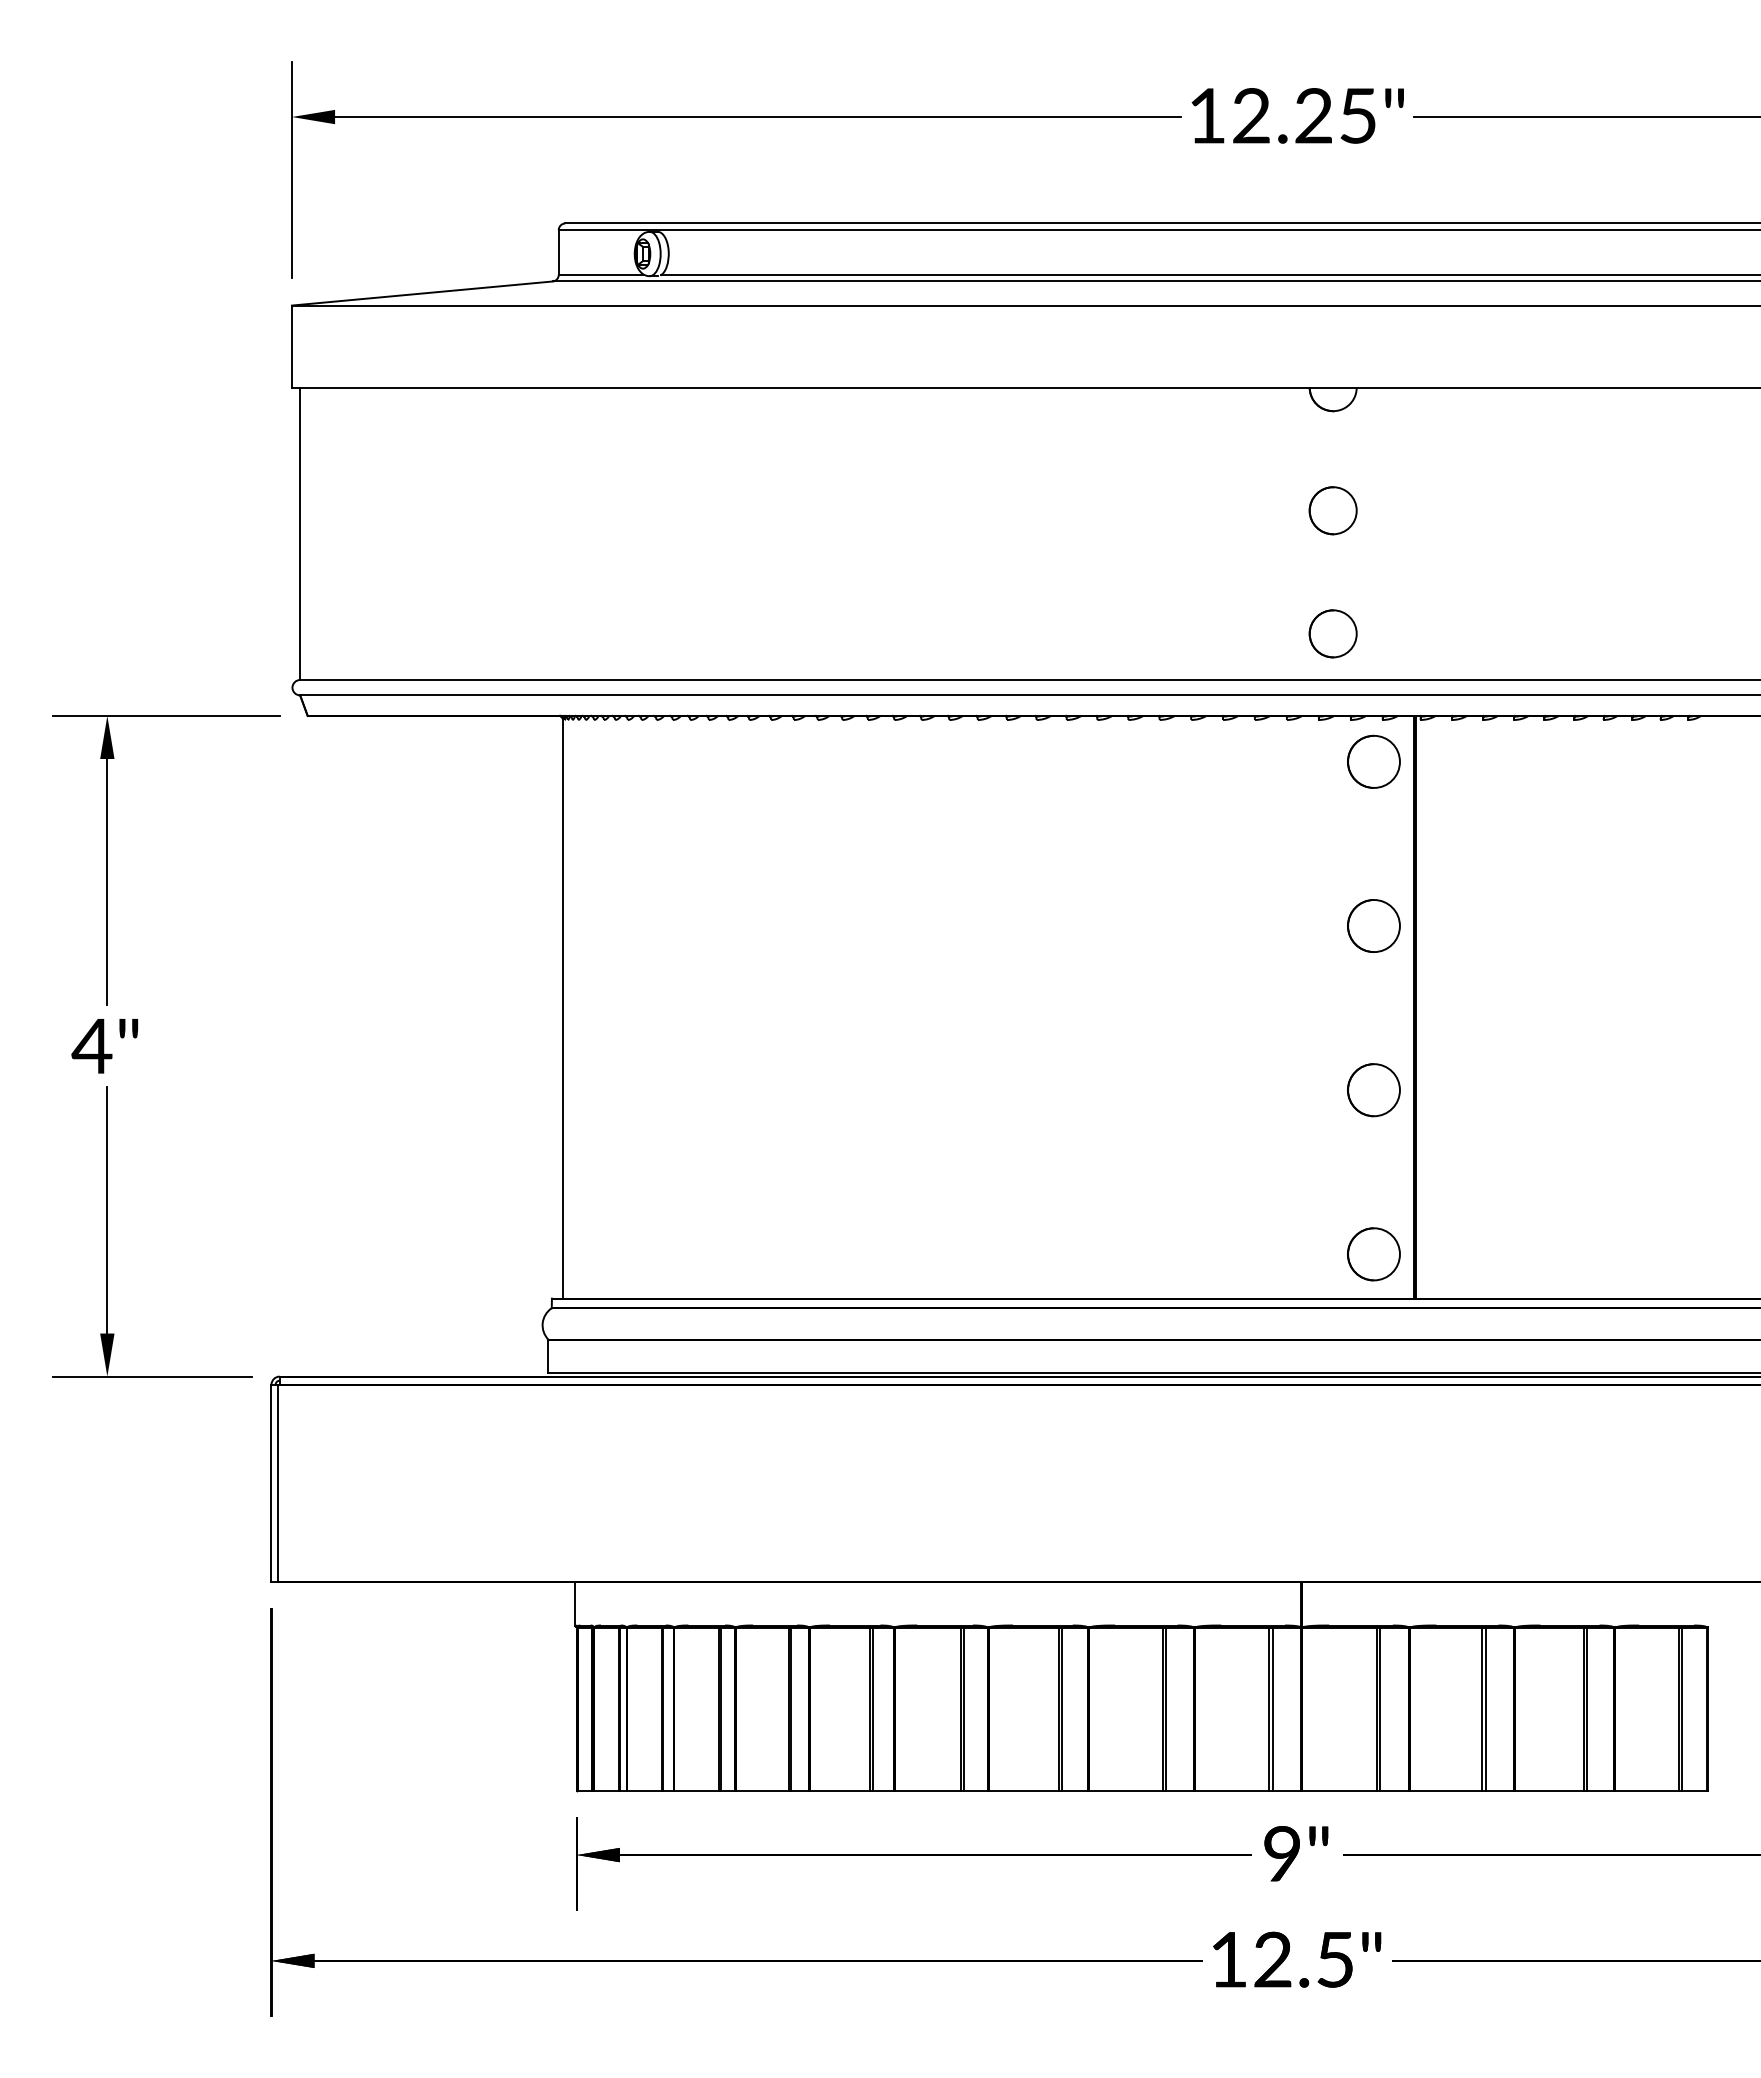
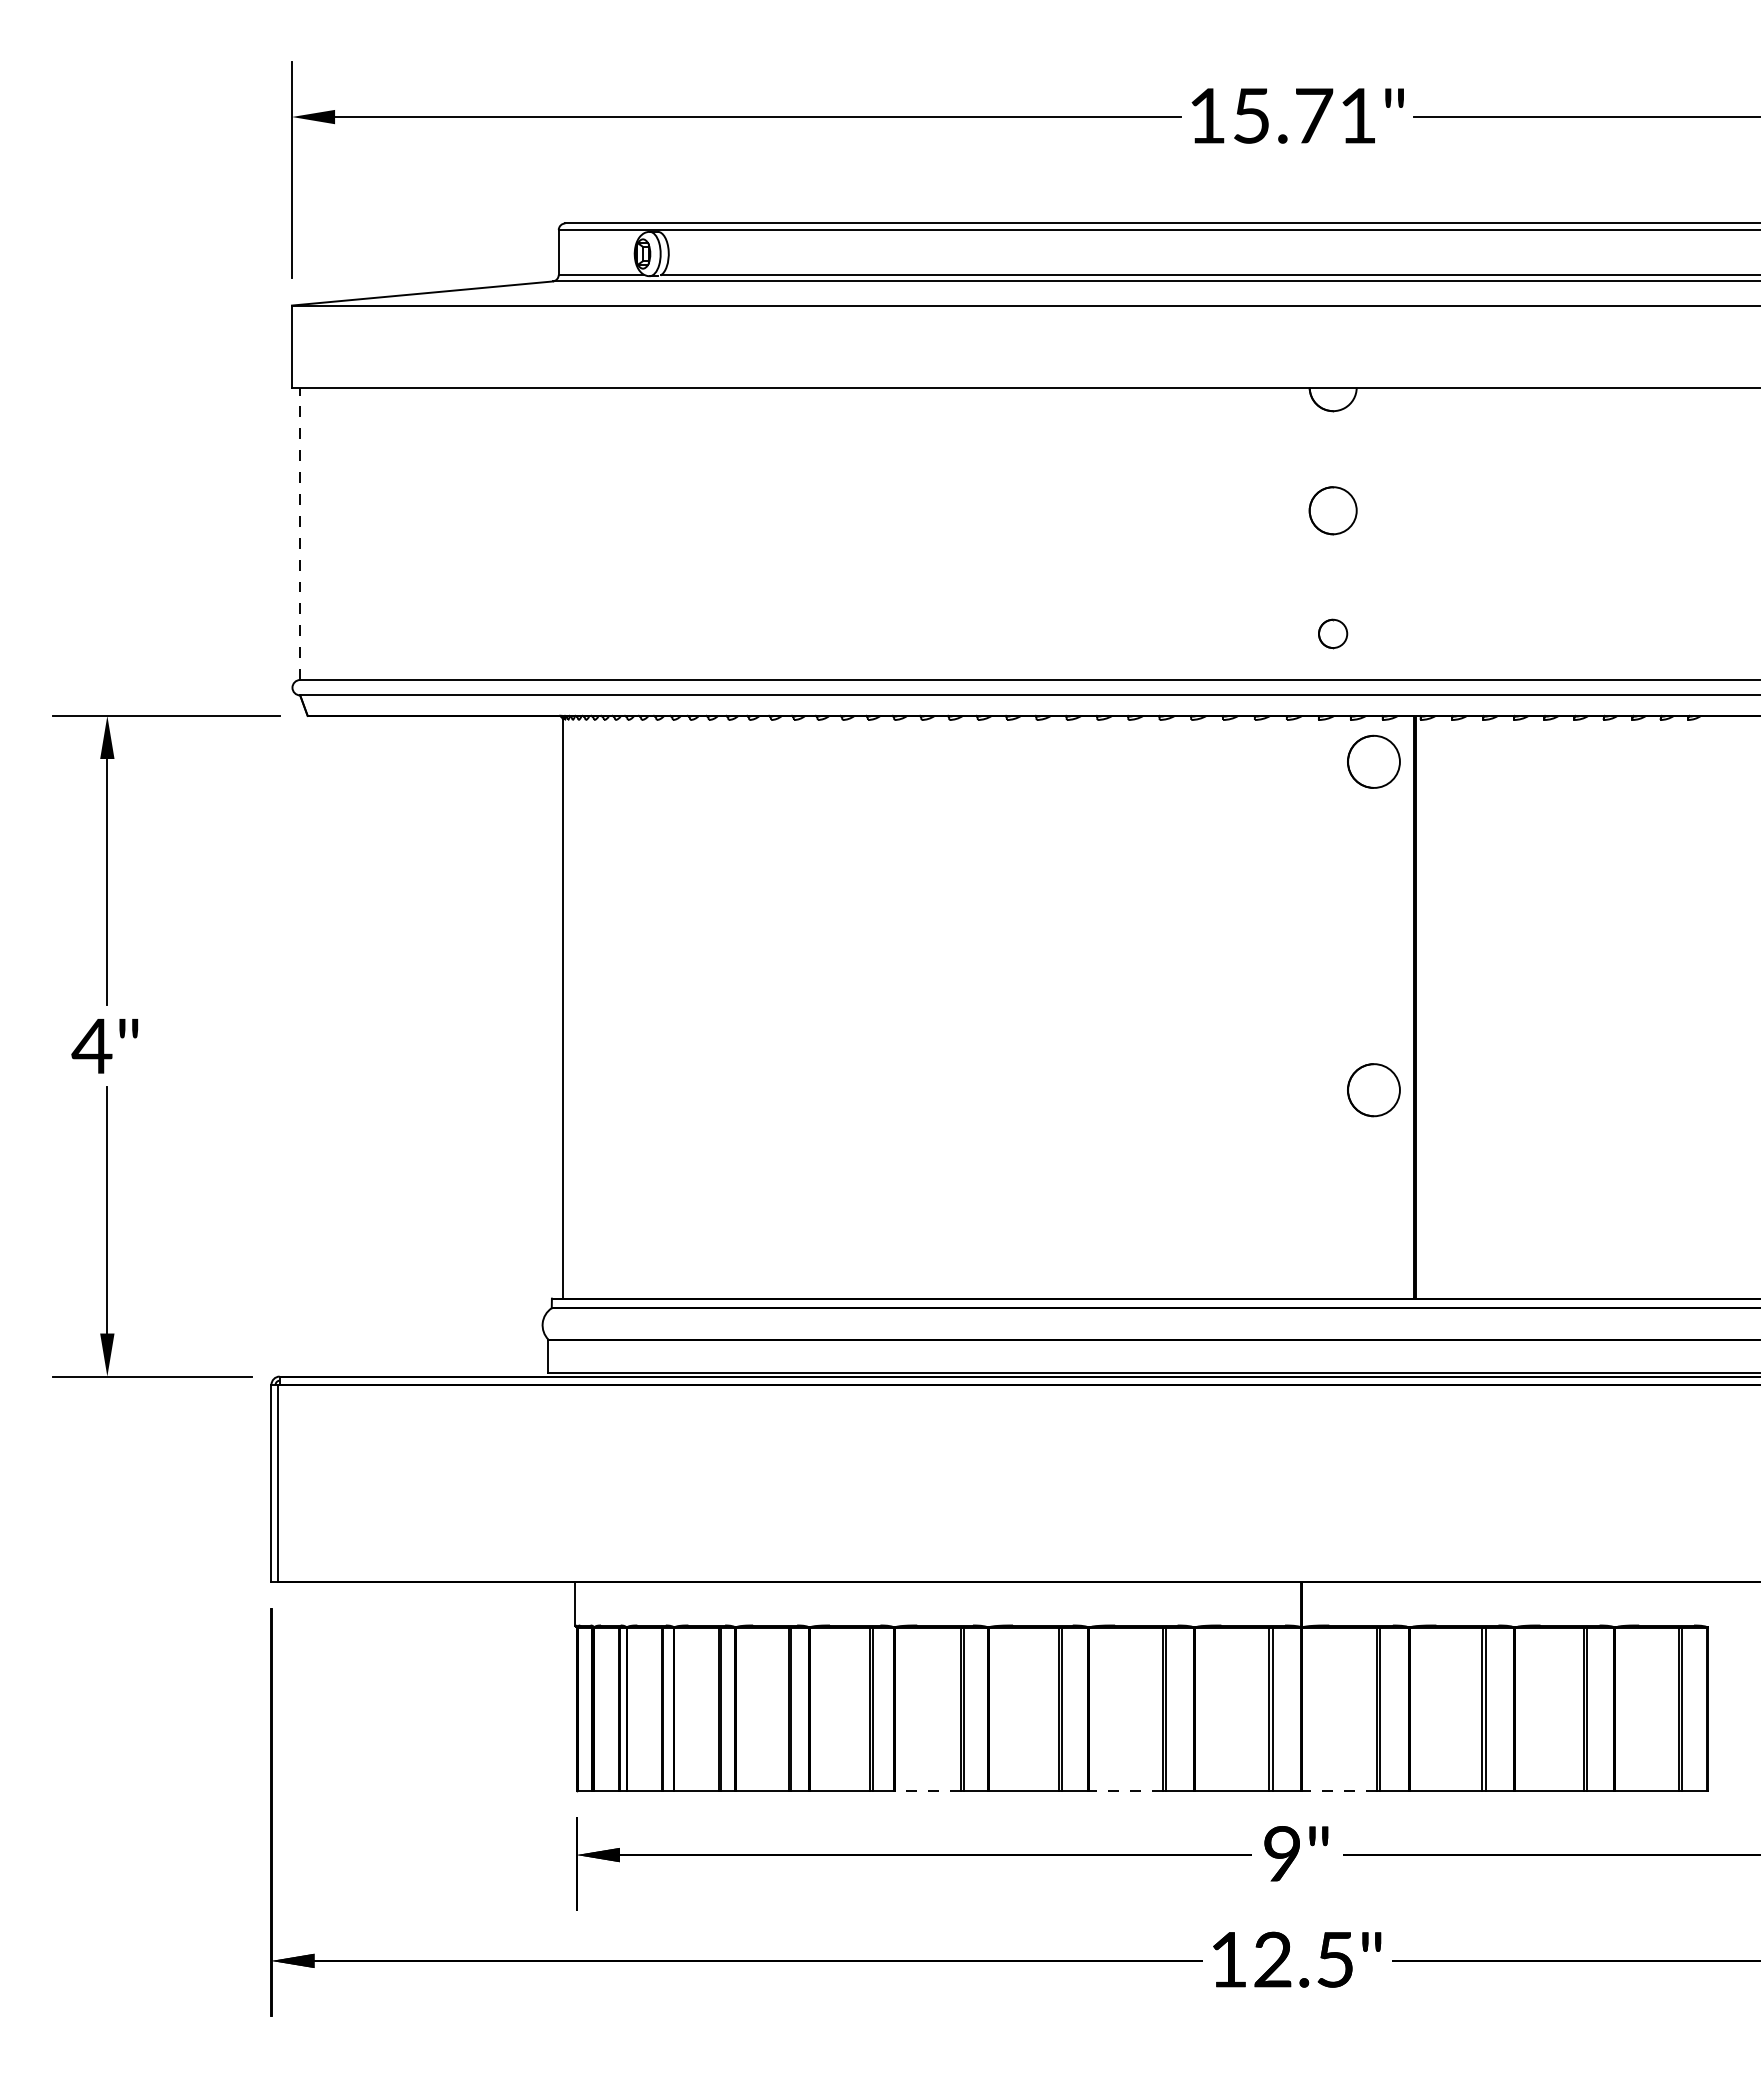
text at (1304, 115): 12.25" -> 15.71"
line at (300, 533): solid -> dashed
part at (1332, 633) size: 50x50 px -> 31x32 px
part at (1373, 925): present -> none
part at (1373, 1254): present -> none
line at (927, 1790): solid -> dashed
line at (1126, 1790): solid -> dashed
line at (1339, 1790): solid -> dashed
